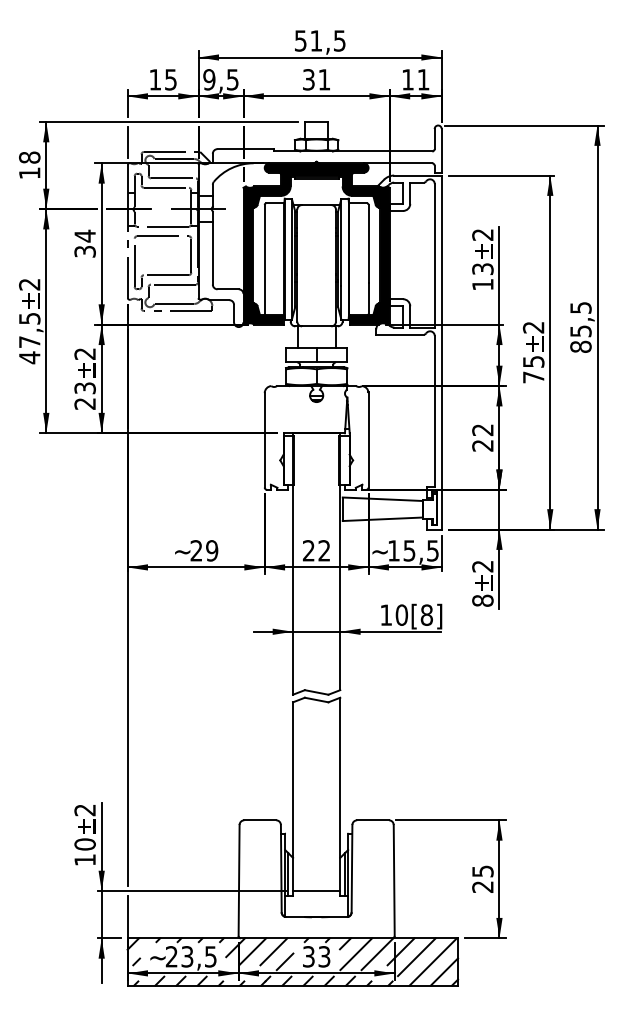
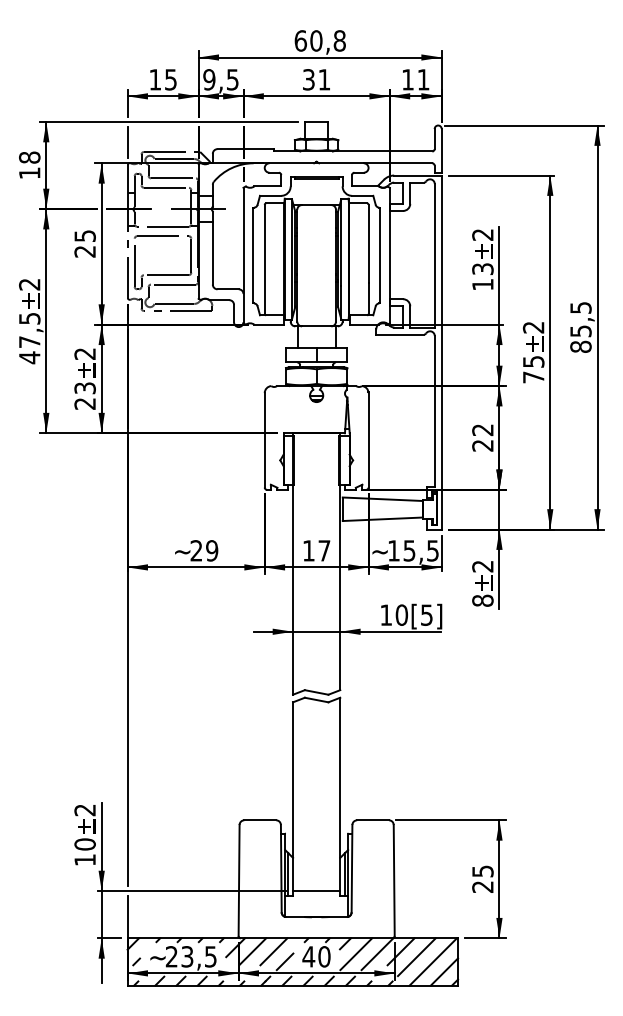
text at (319, 40): 51,5 -> 60,8
text at (84, 243): 34 -> 25
fill at (316, 243): present -> none
text at (316, 550): 22 -> 17
text at (426, 614): [8] -> [5]
text at (316, 956): 33 -> 40
